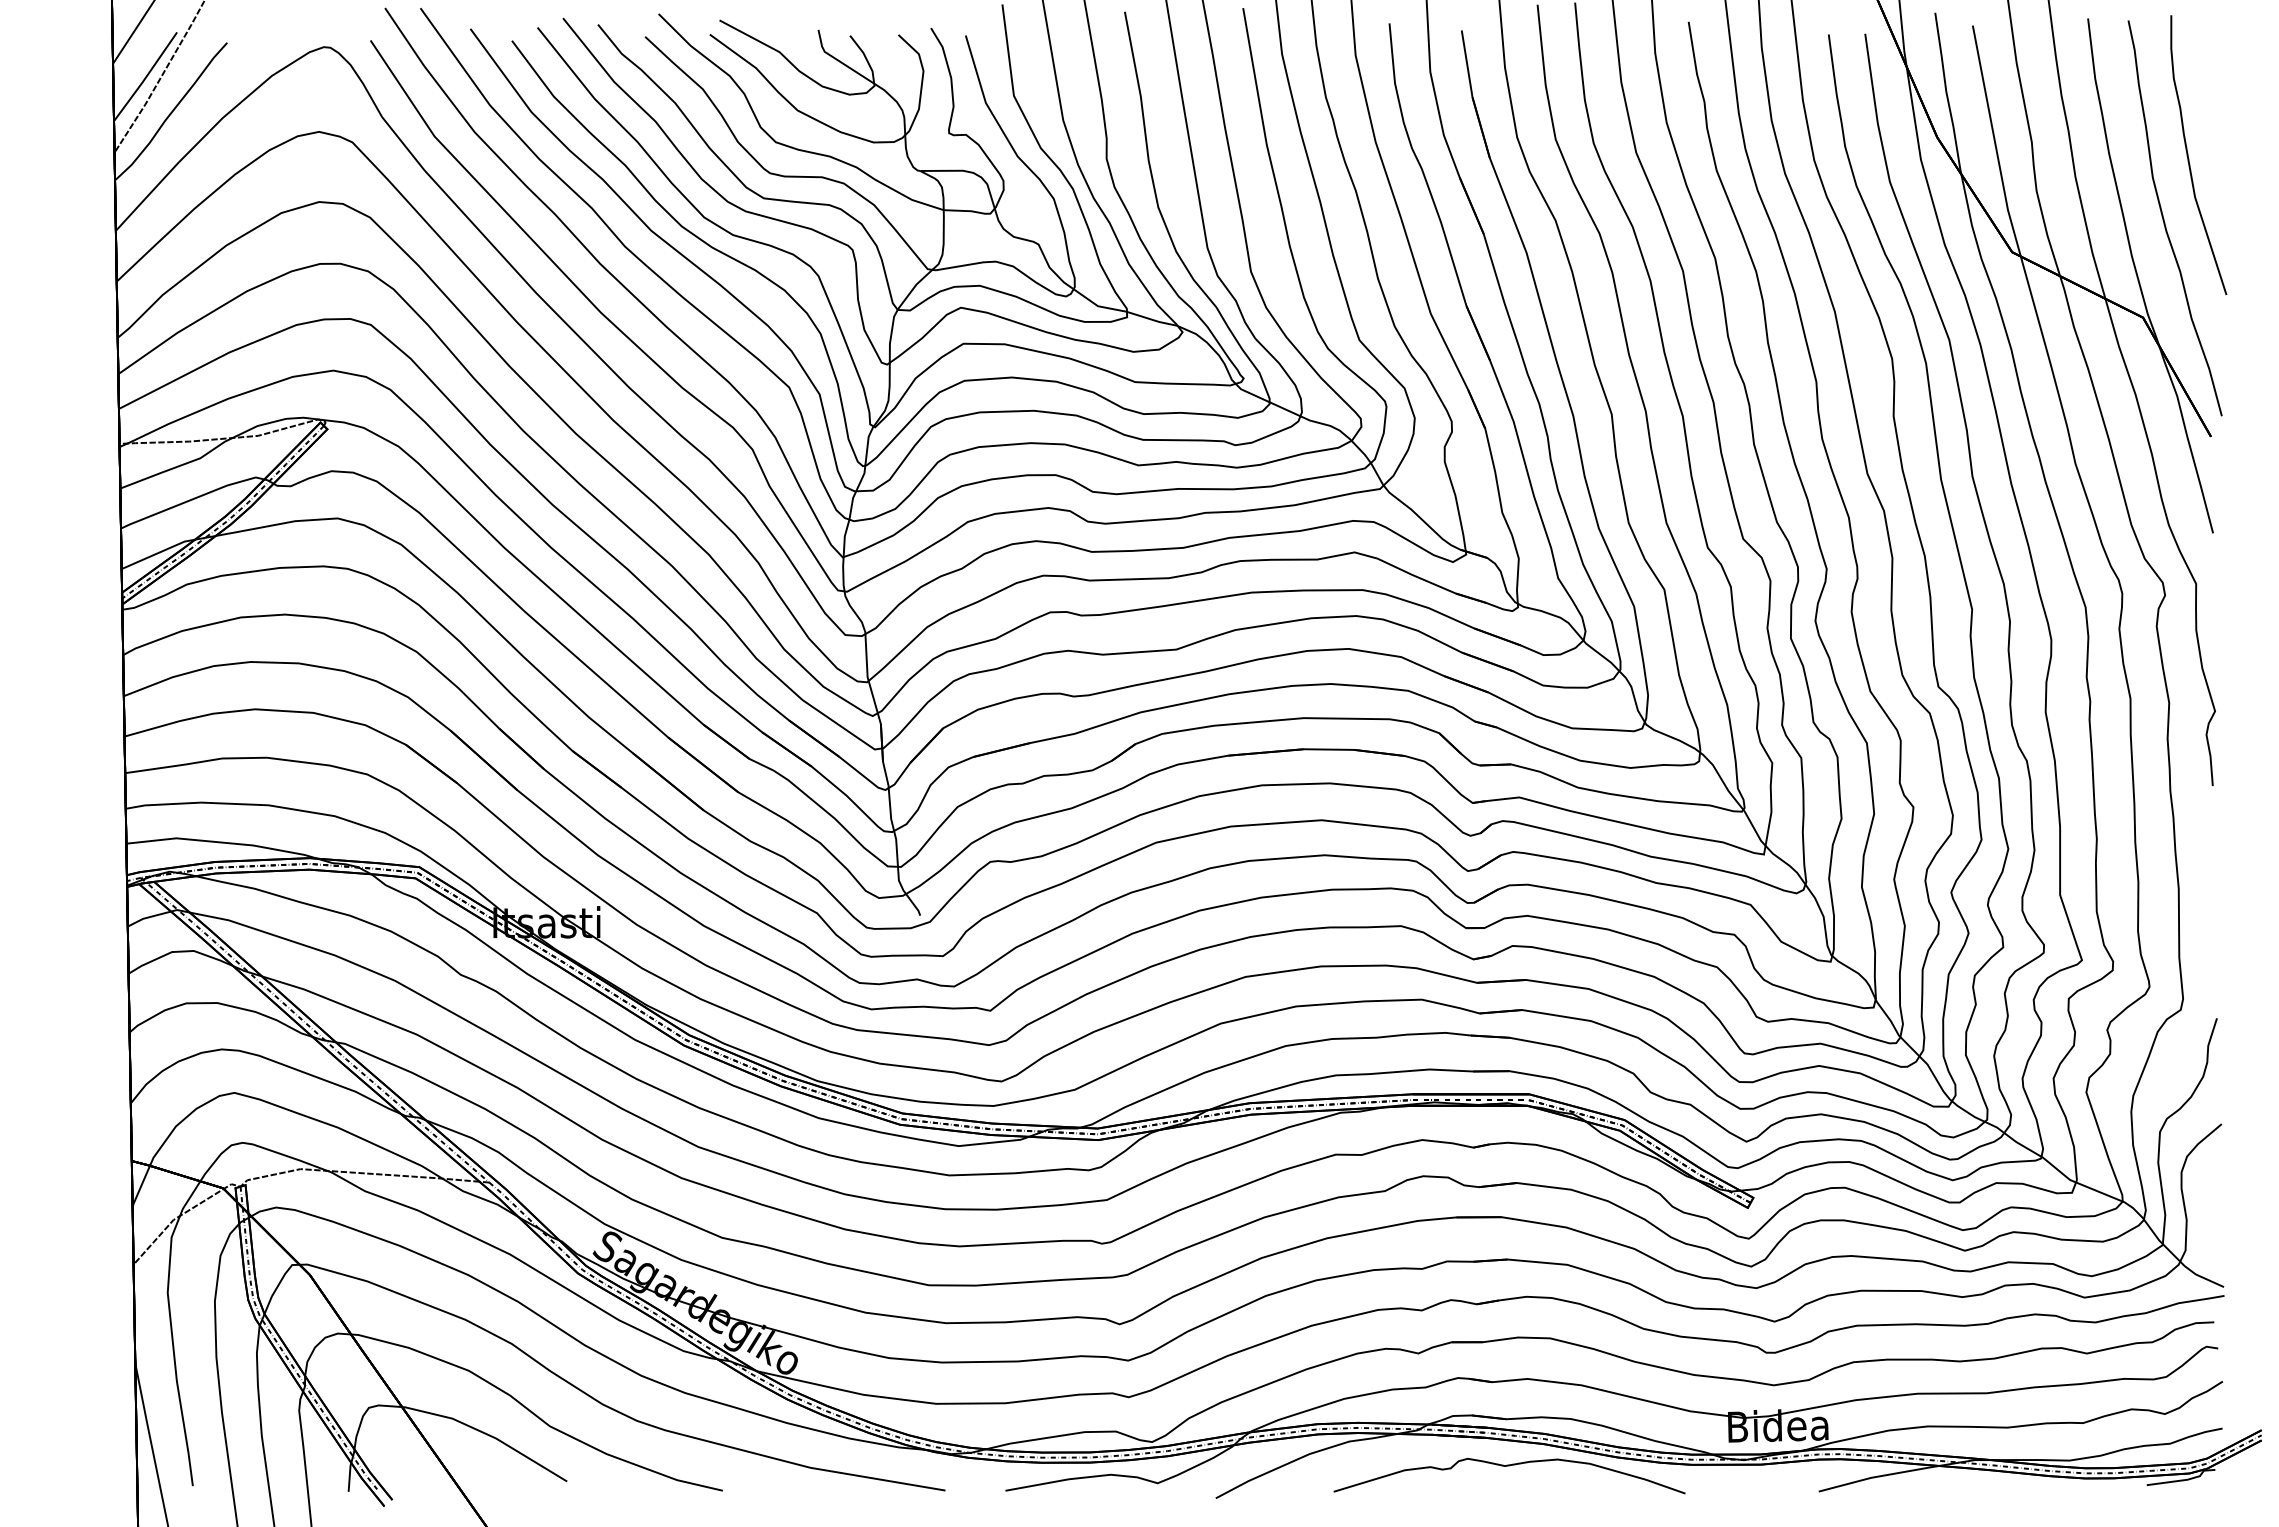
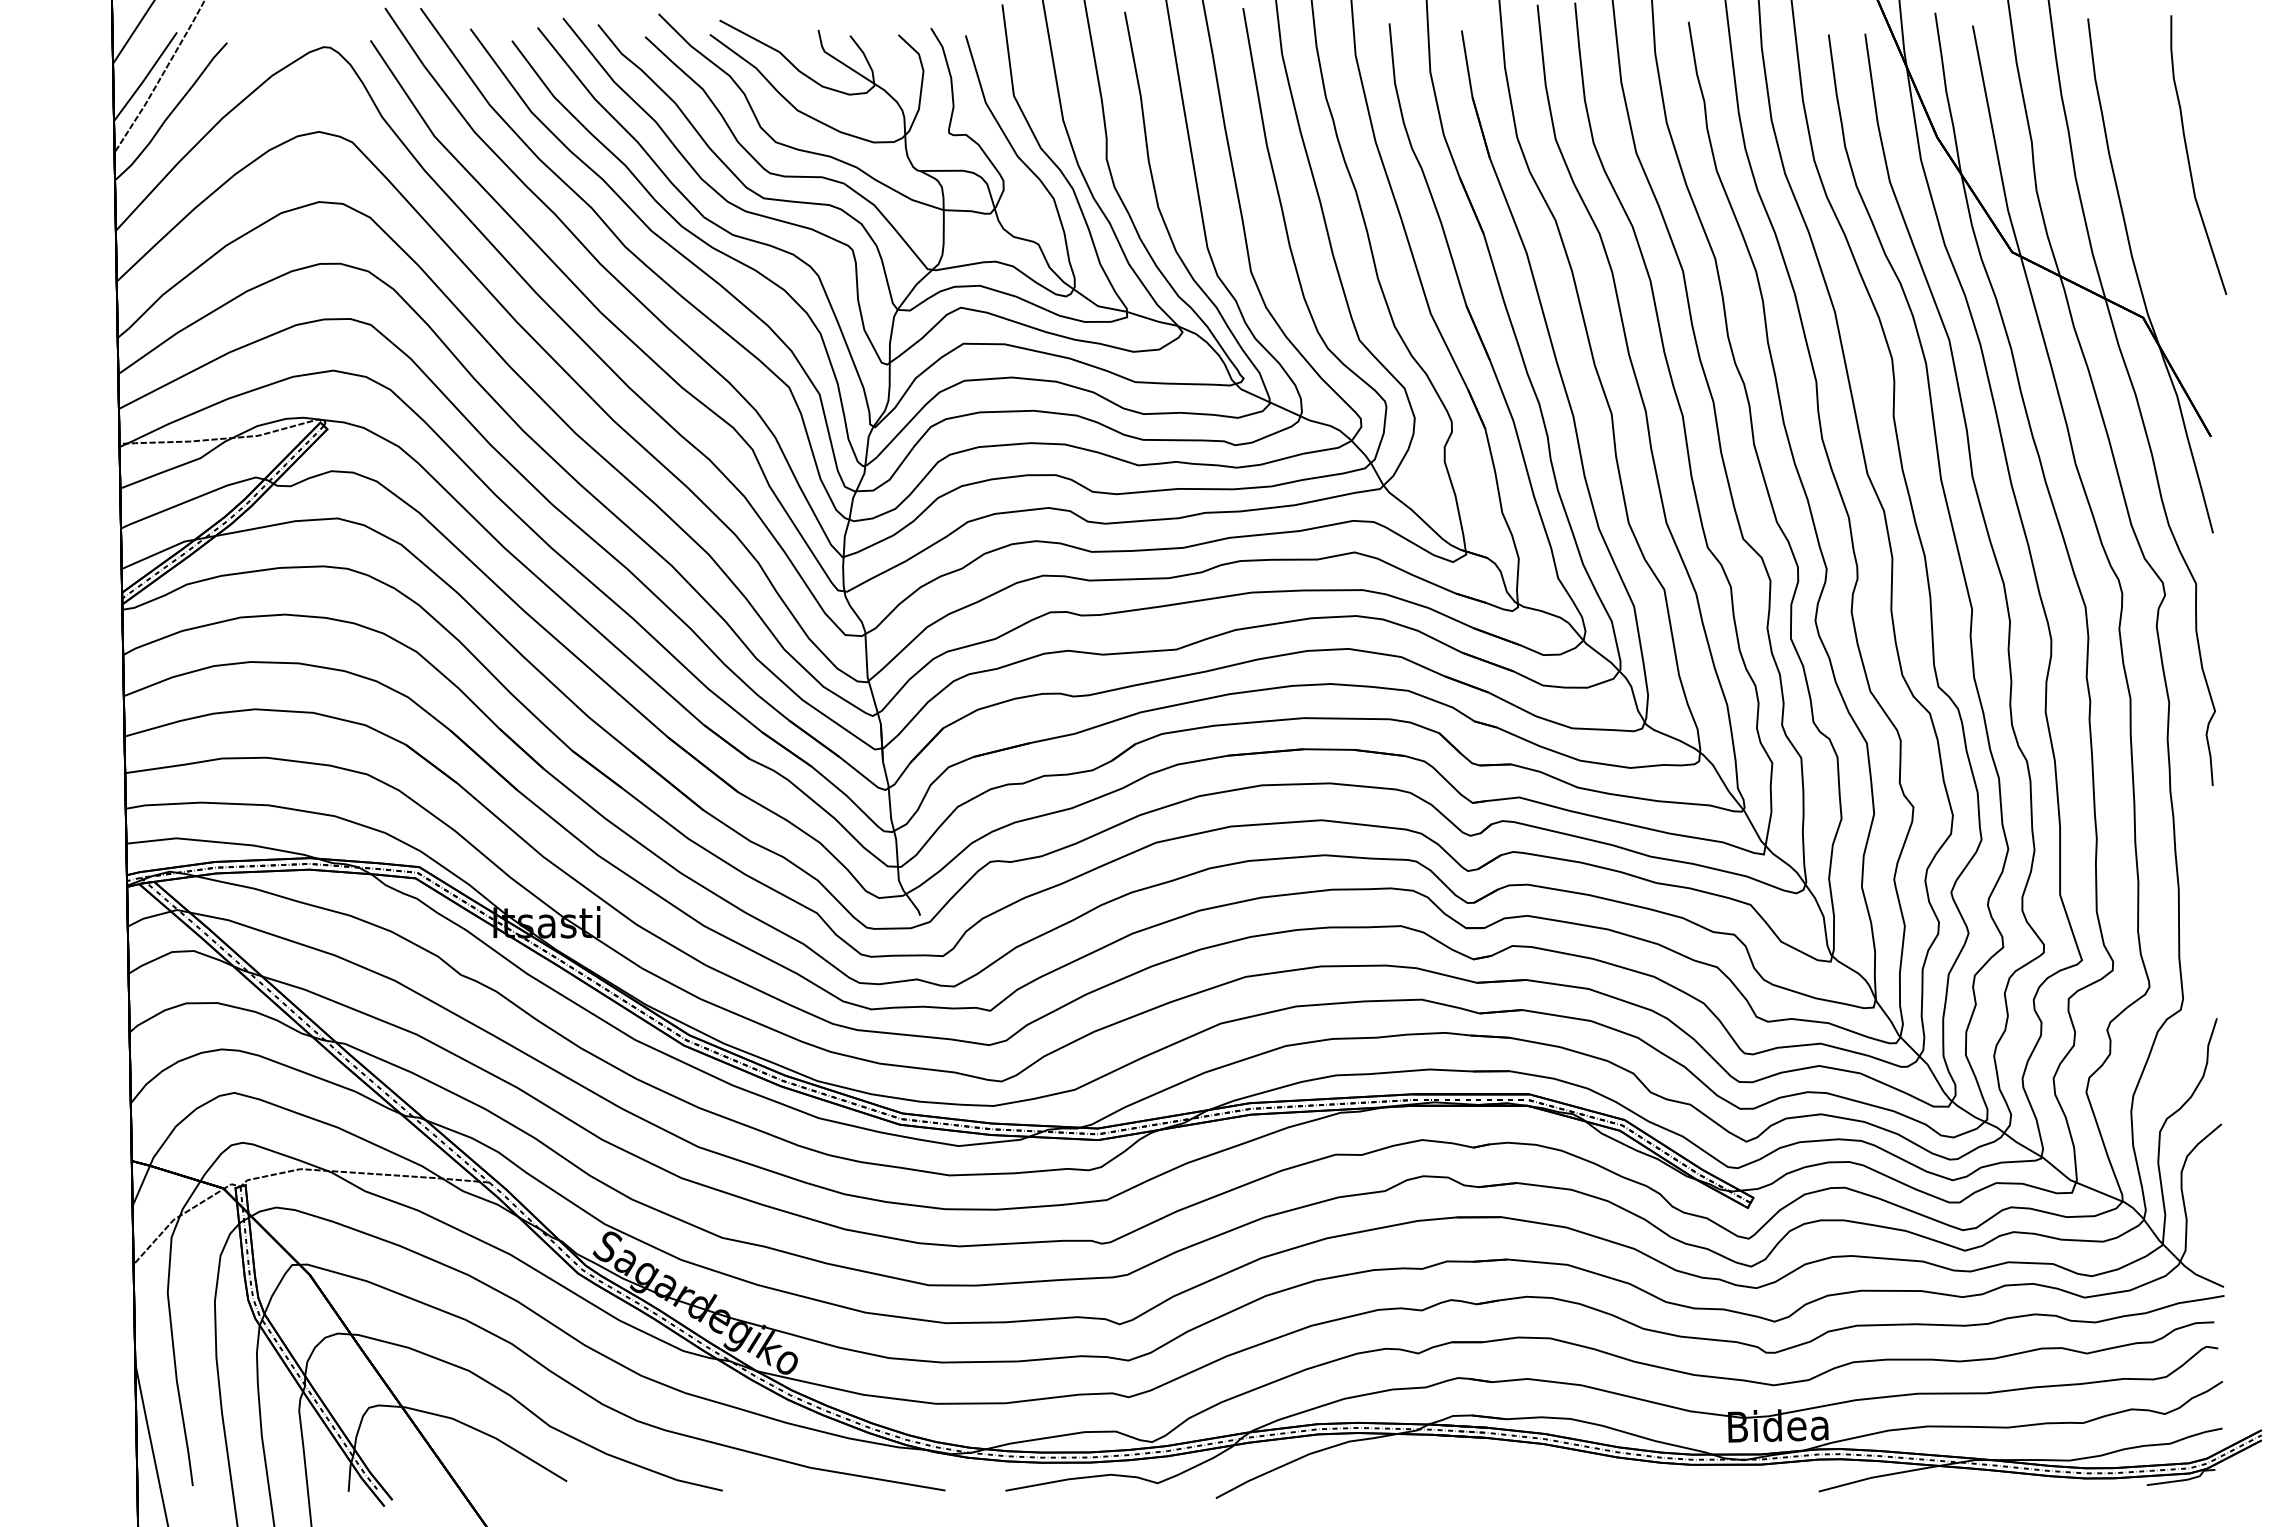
curve at (2165, 222): present -> none
curve at (1509, 1466): present -> none
